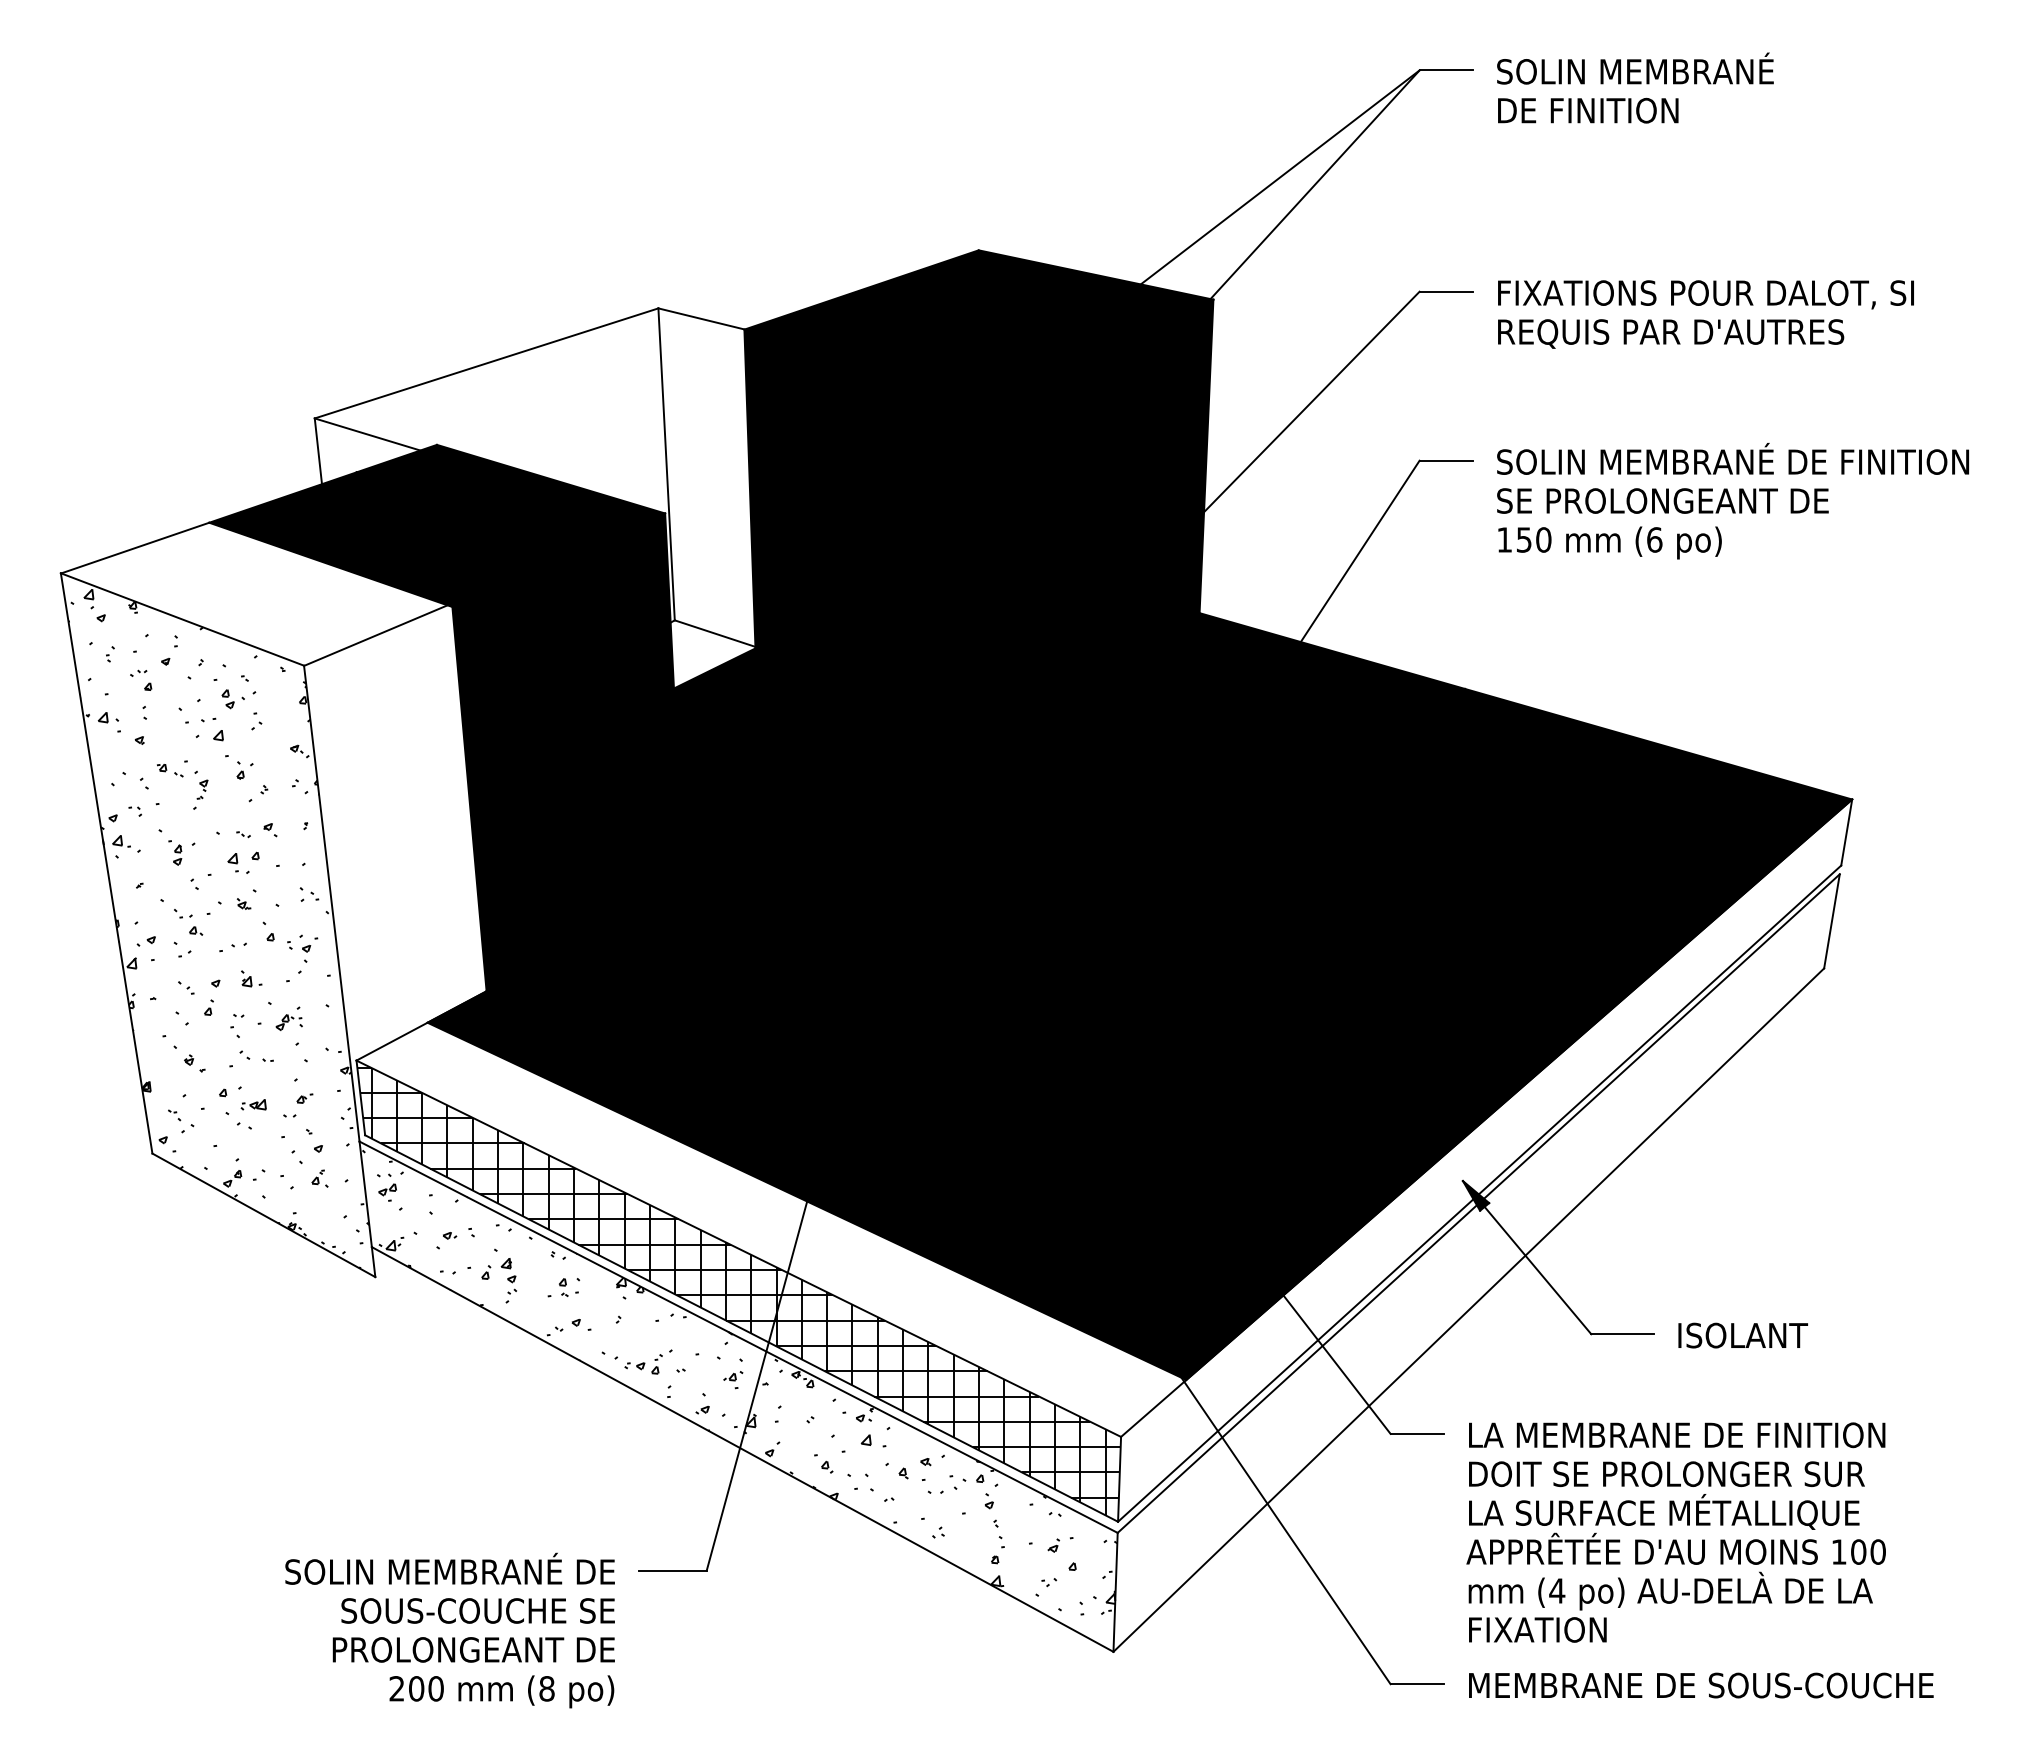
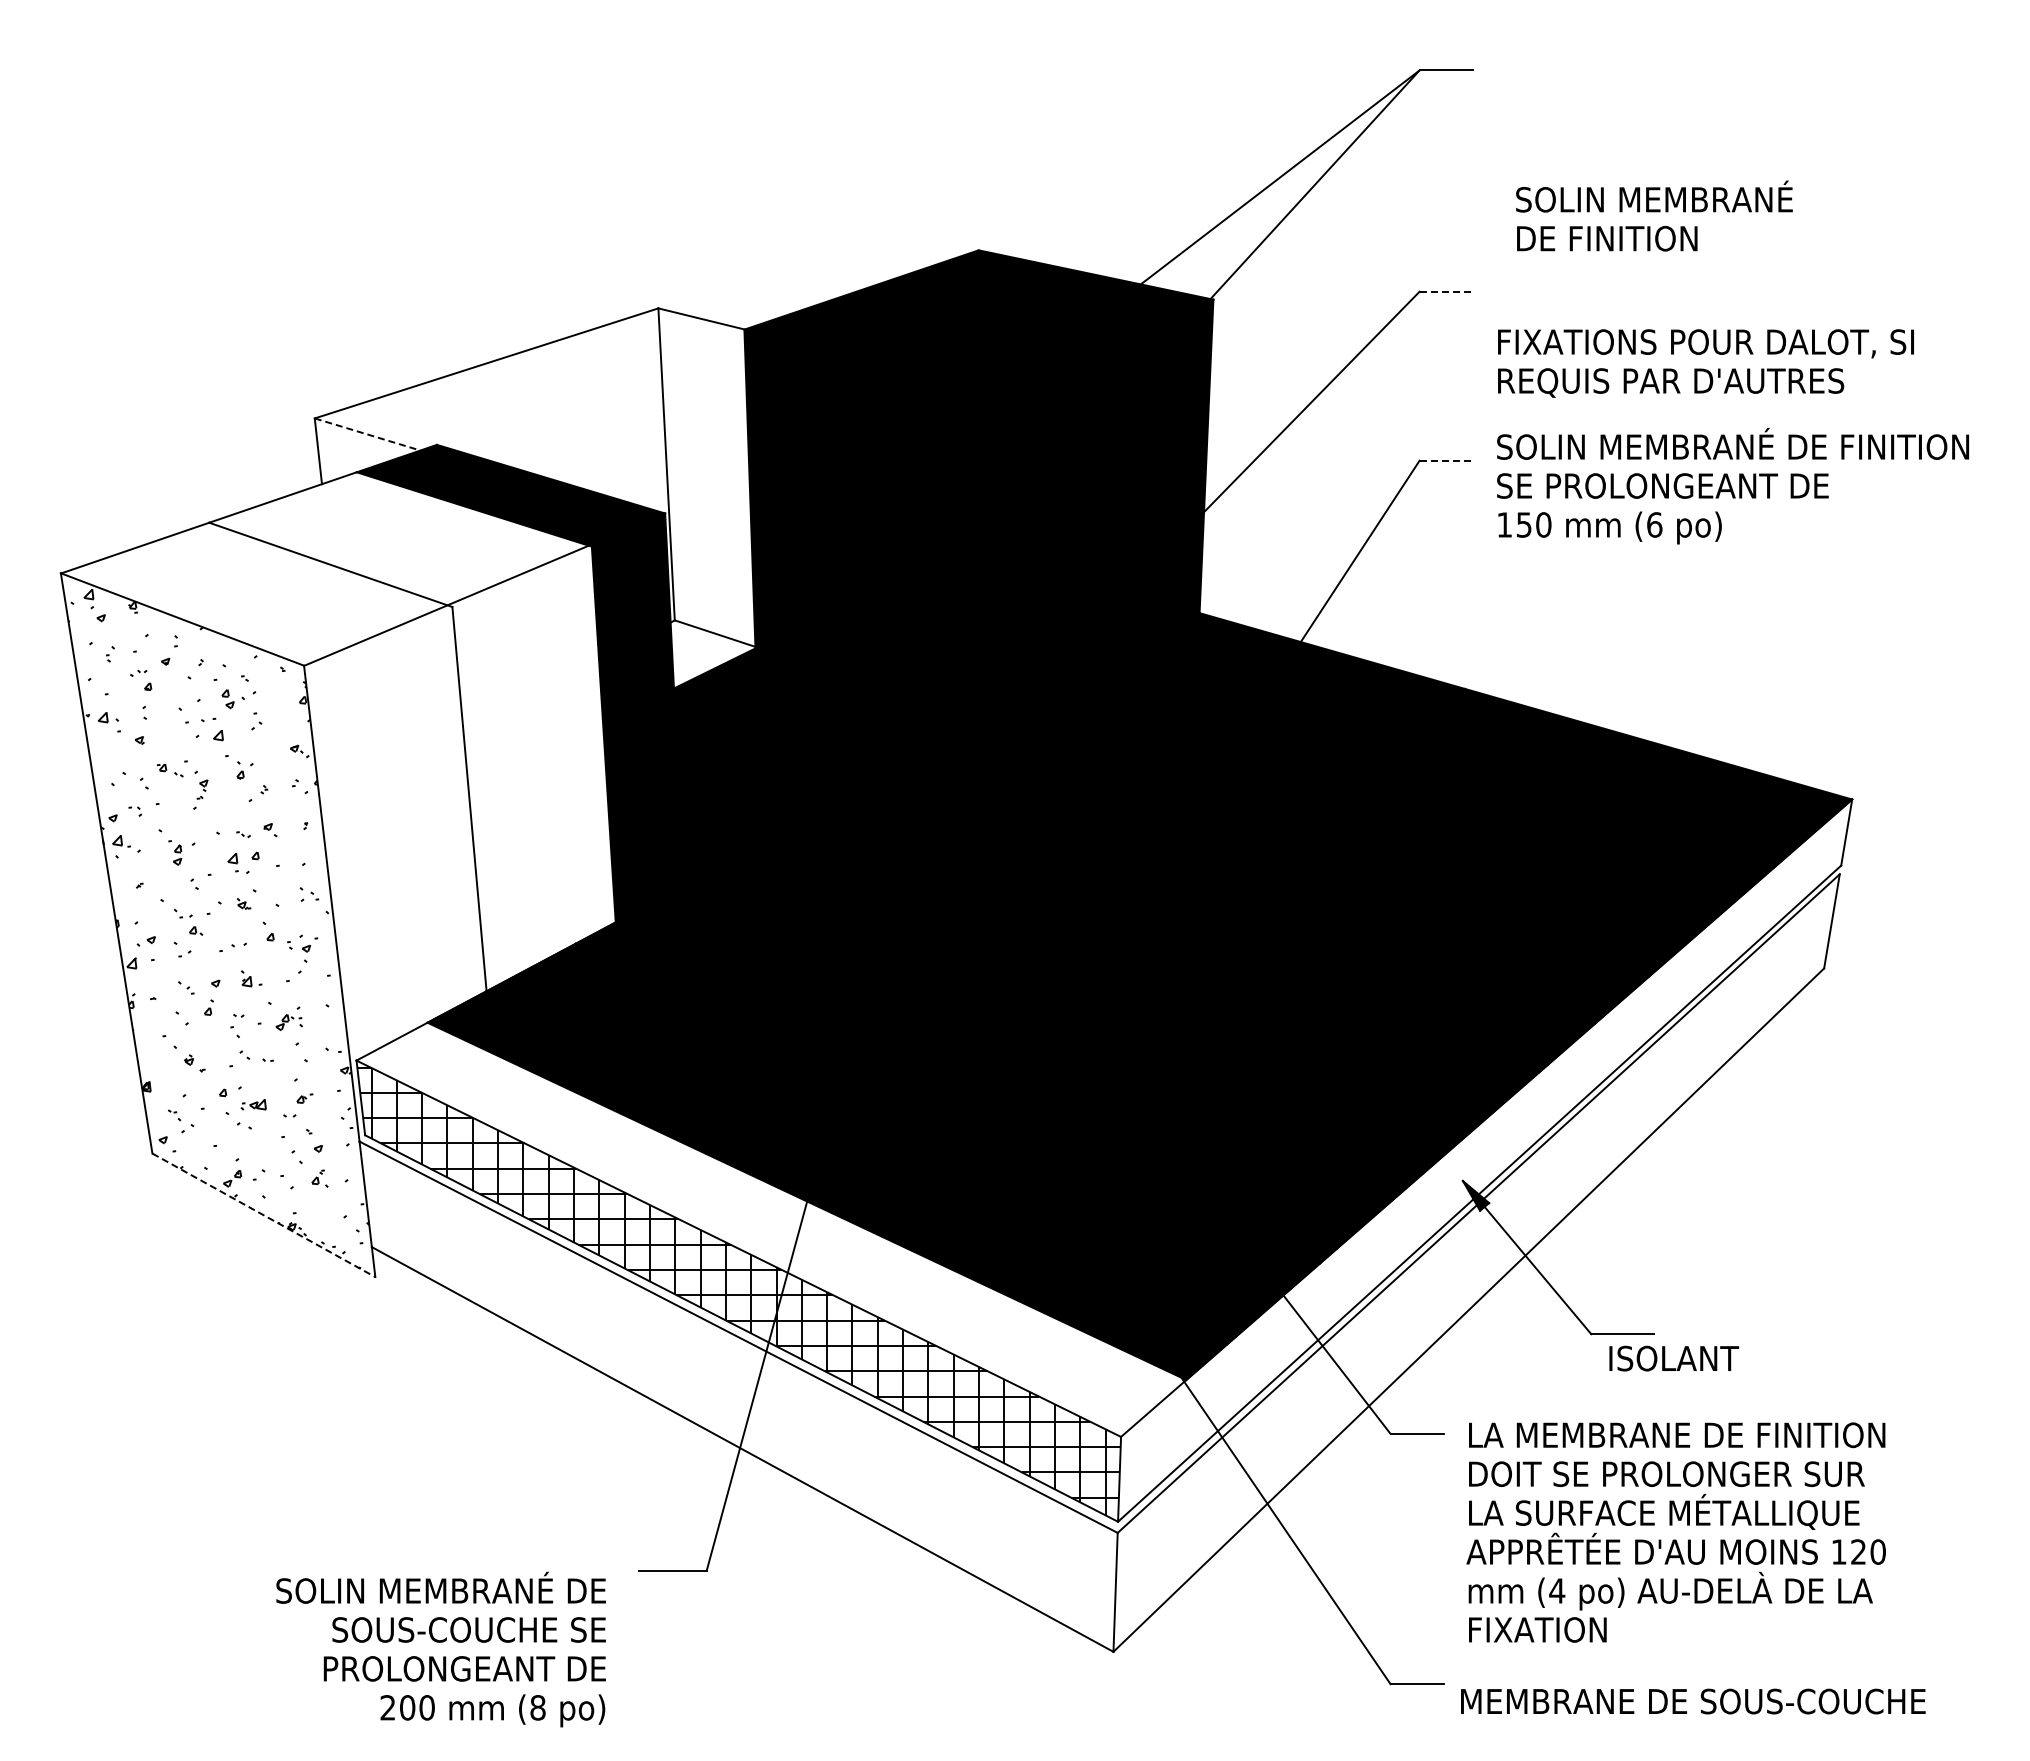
text at (1635, 87) position: (1635, 87) -> (1654, 215)
line at (1446, 291): solid -> dashed
text at (1705, 314) position: (1705, 314) -> (1705, 363)
line at (368, 434): solid -> dashed
line at (1446, 460): solid -> dashed
text at (1732, 501) position: (1732, 501) -> (1732, 486)
fill at (412, 731): present -> none
line at (264, 1215): solid -> dashed
text at (1742, 1335) position: (1742, 1335) -> (1673, 1358)
hatch at (739, 1382): present -> none
text at (1858, 1551): 100 -> 120
text at (449, 1630) position: (449, 1630) -> (440, 1649)
text at (1701, 1685) position: (1701, 1685) -> (1693, 1701)
